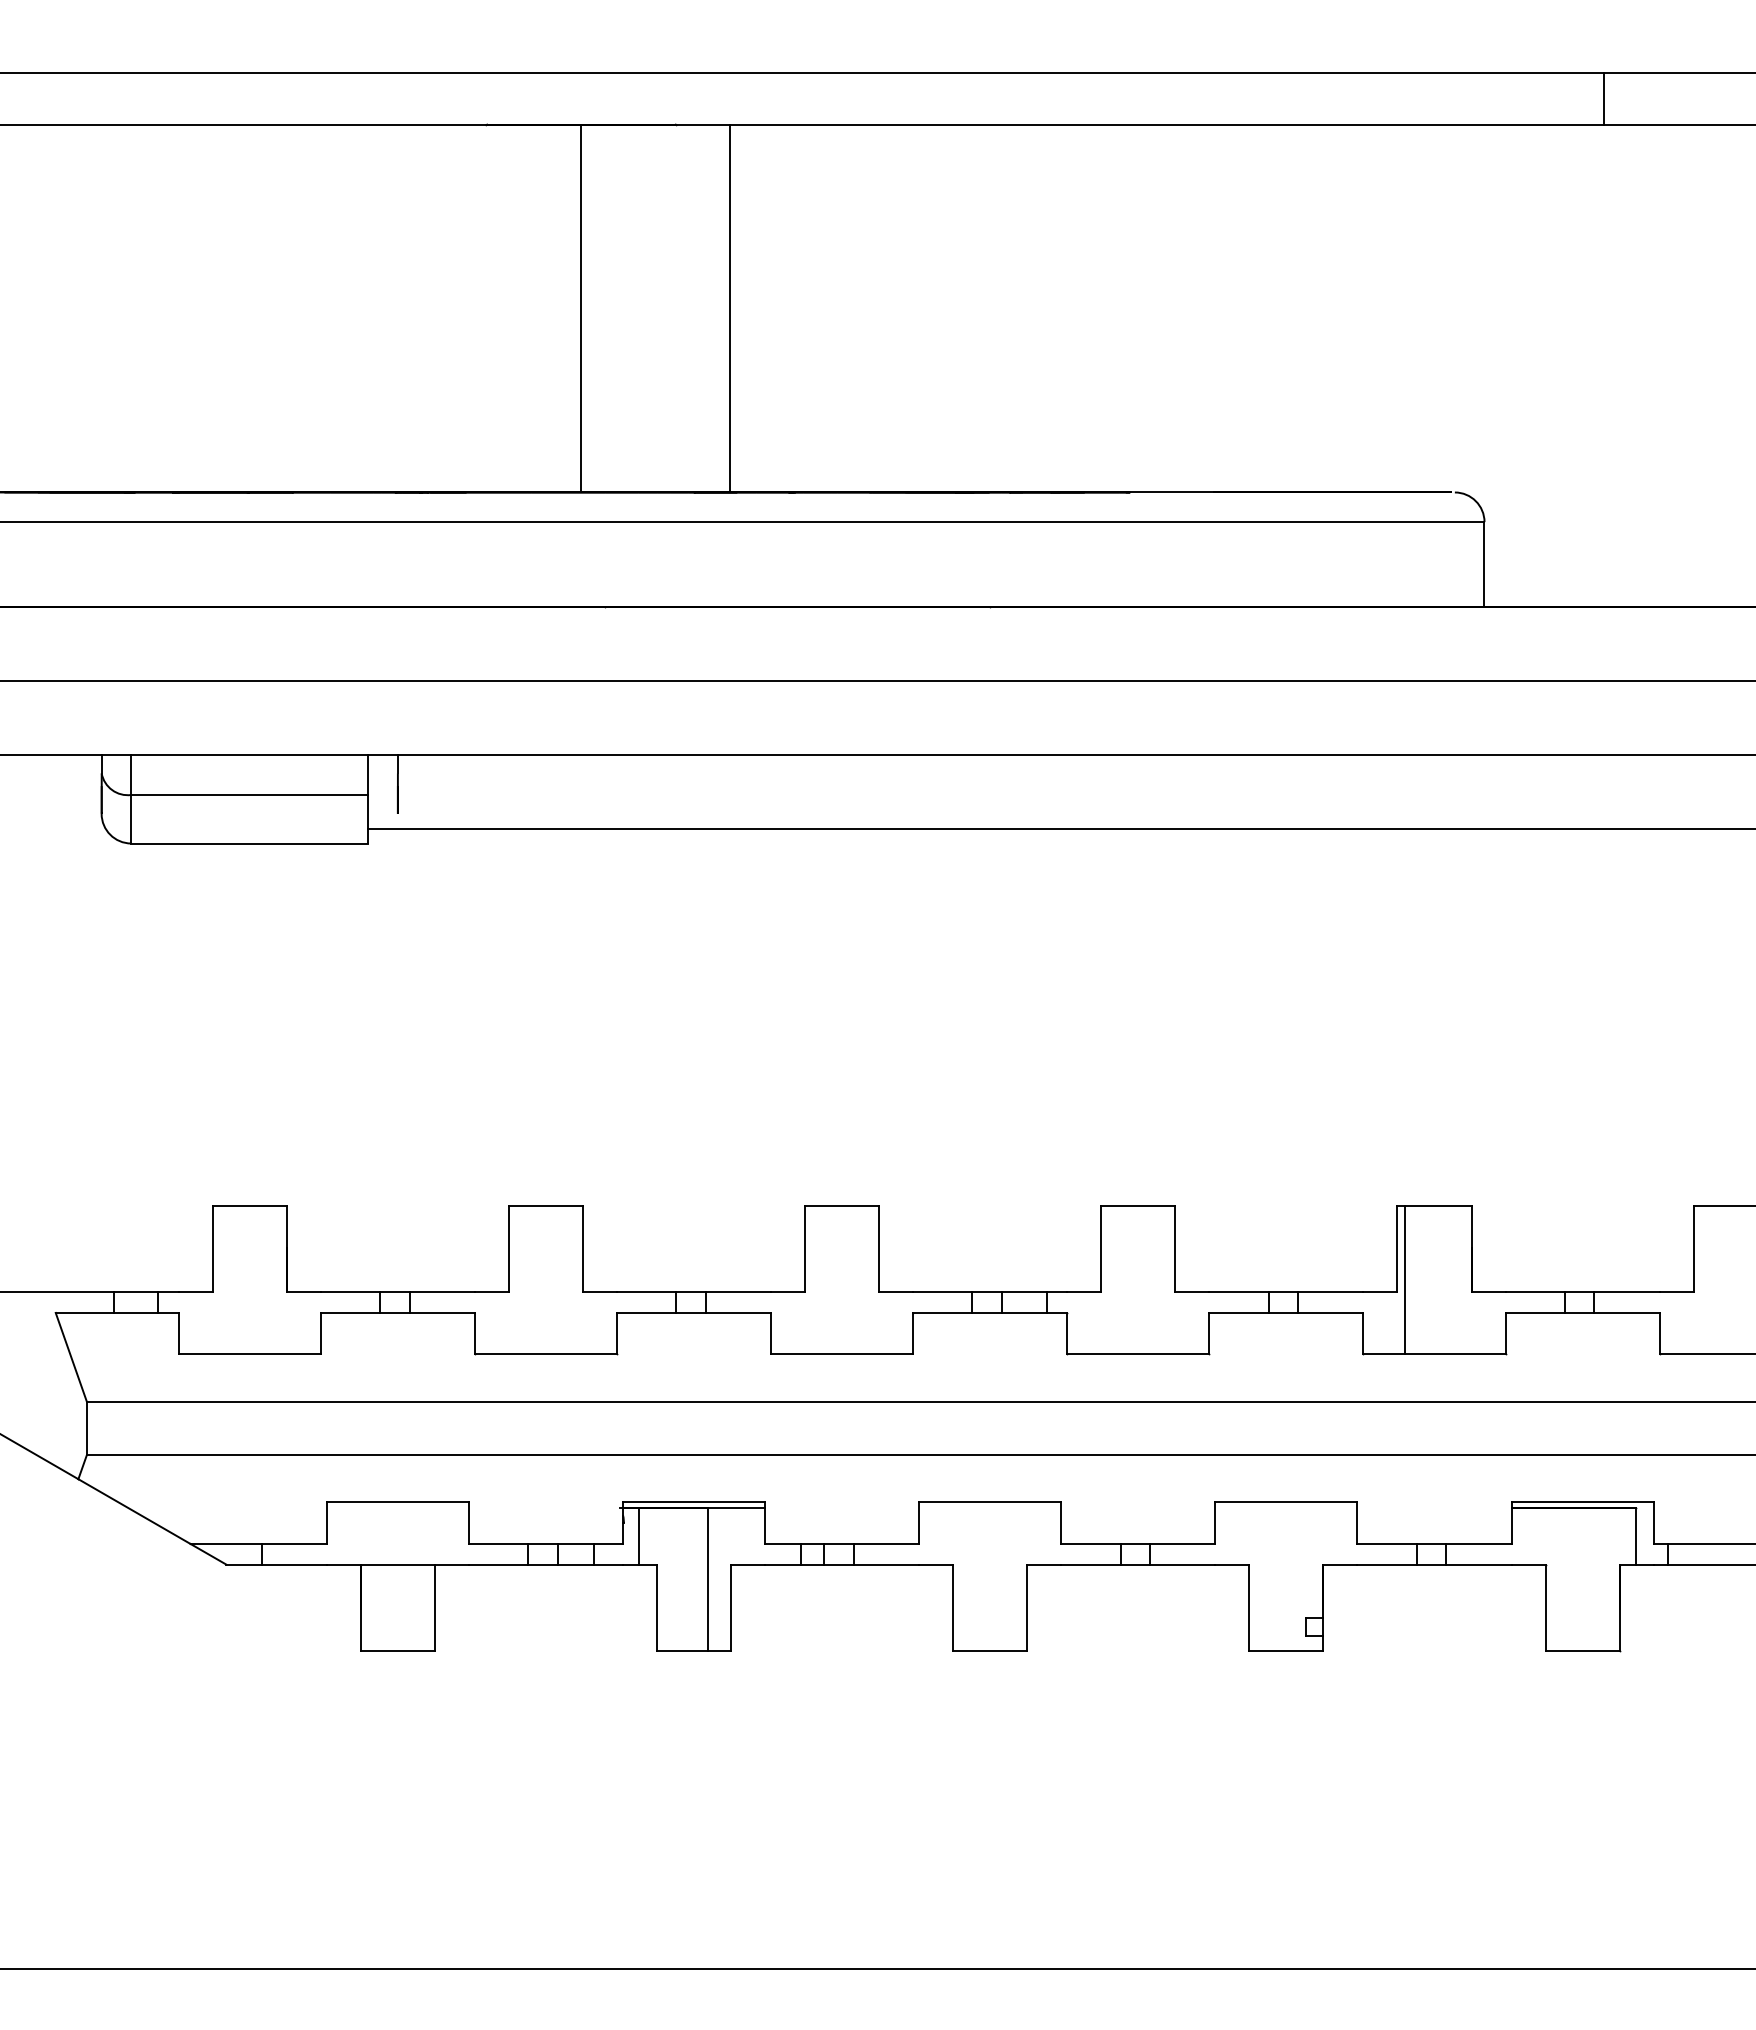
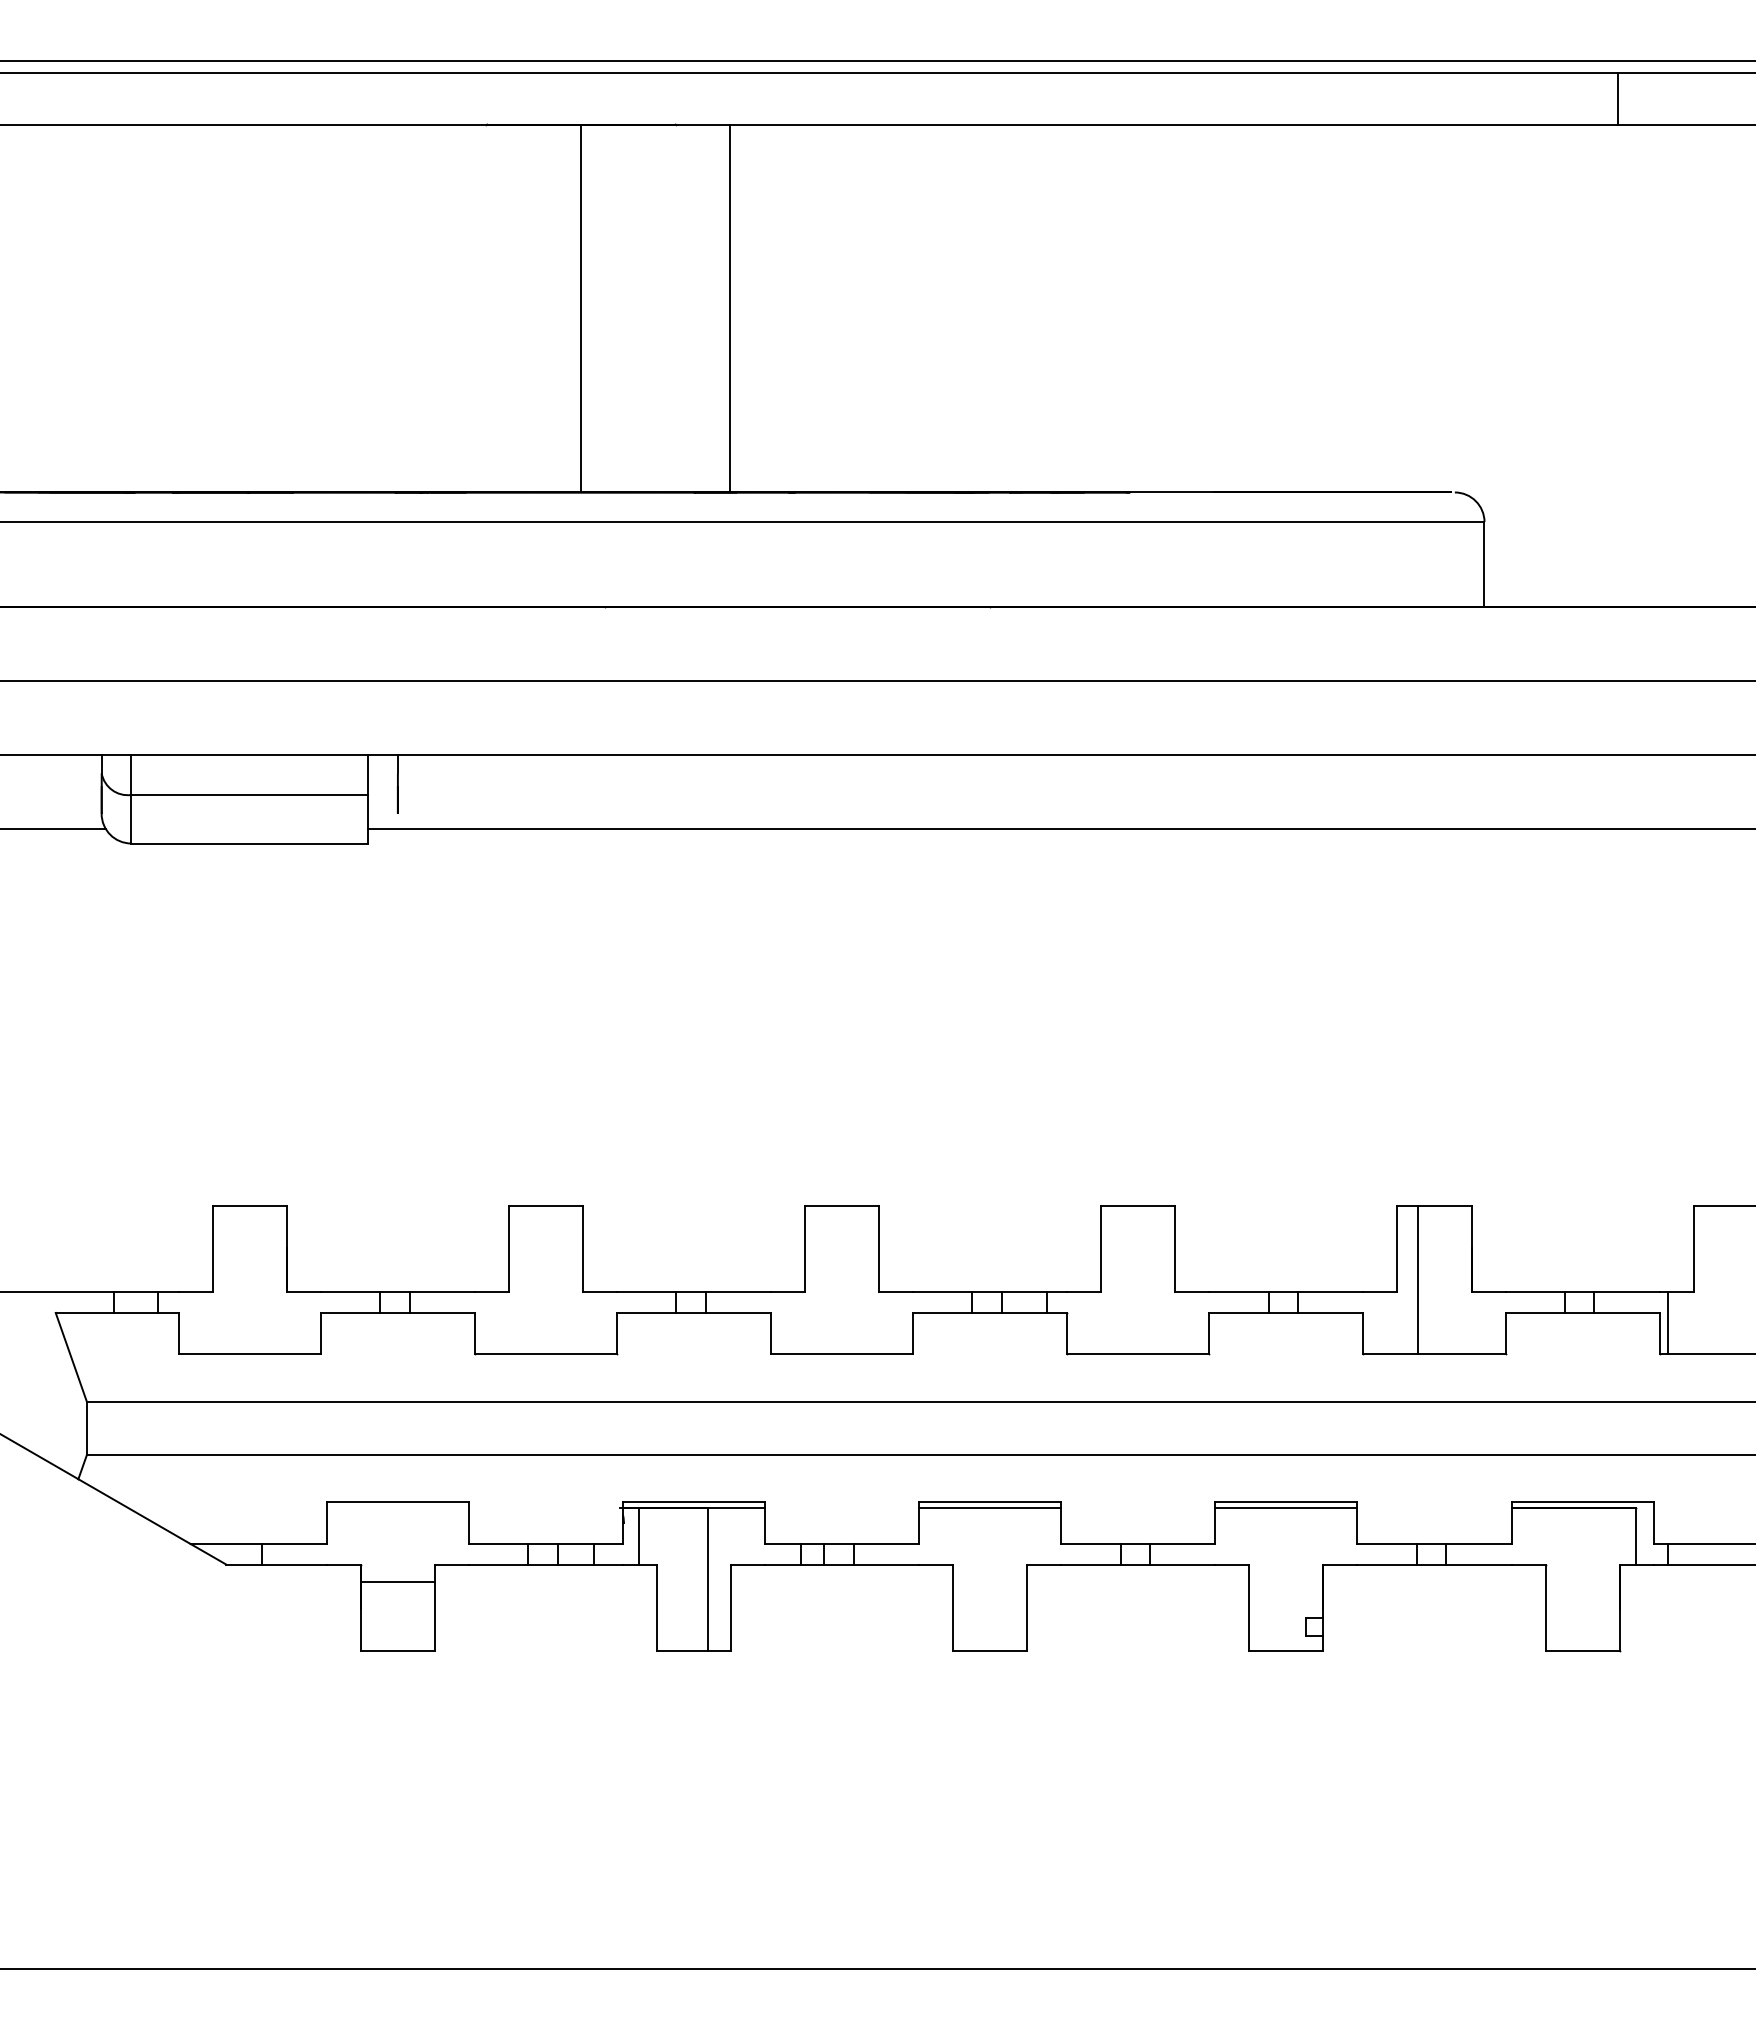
line at (877, 60): none -> present
line at (1604, 99) position: (1604, 99) -> (1618, 99)
line at (53, 828): none -> present
line at (1405, 1280) position: (1405, 1280) -> (1418, 1280)
line at (1668, 1323): none -> present
line at (990, 1508): none -> present
line at (1286, 1508): none -> present
line at (397, 1565) position: (397, 1565) -> (397, 1582)
